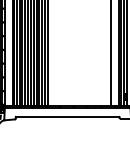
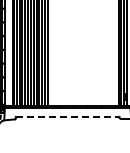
line at (111, 53): present -> none
line at (67, 117): solid -> dashed
